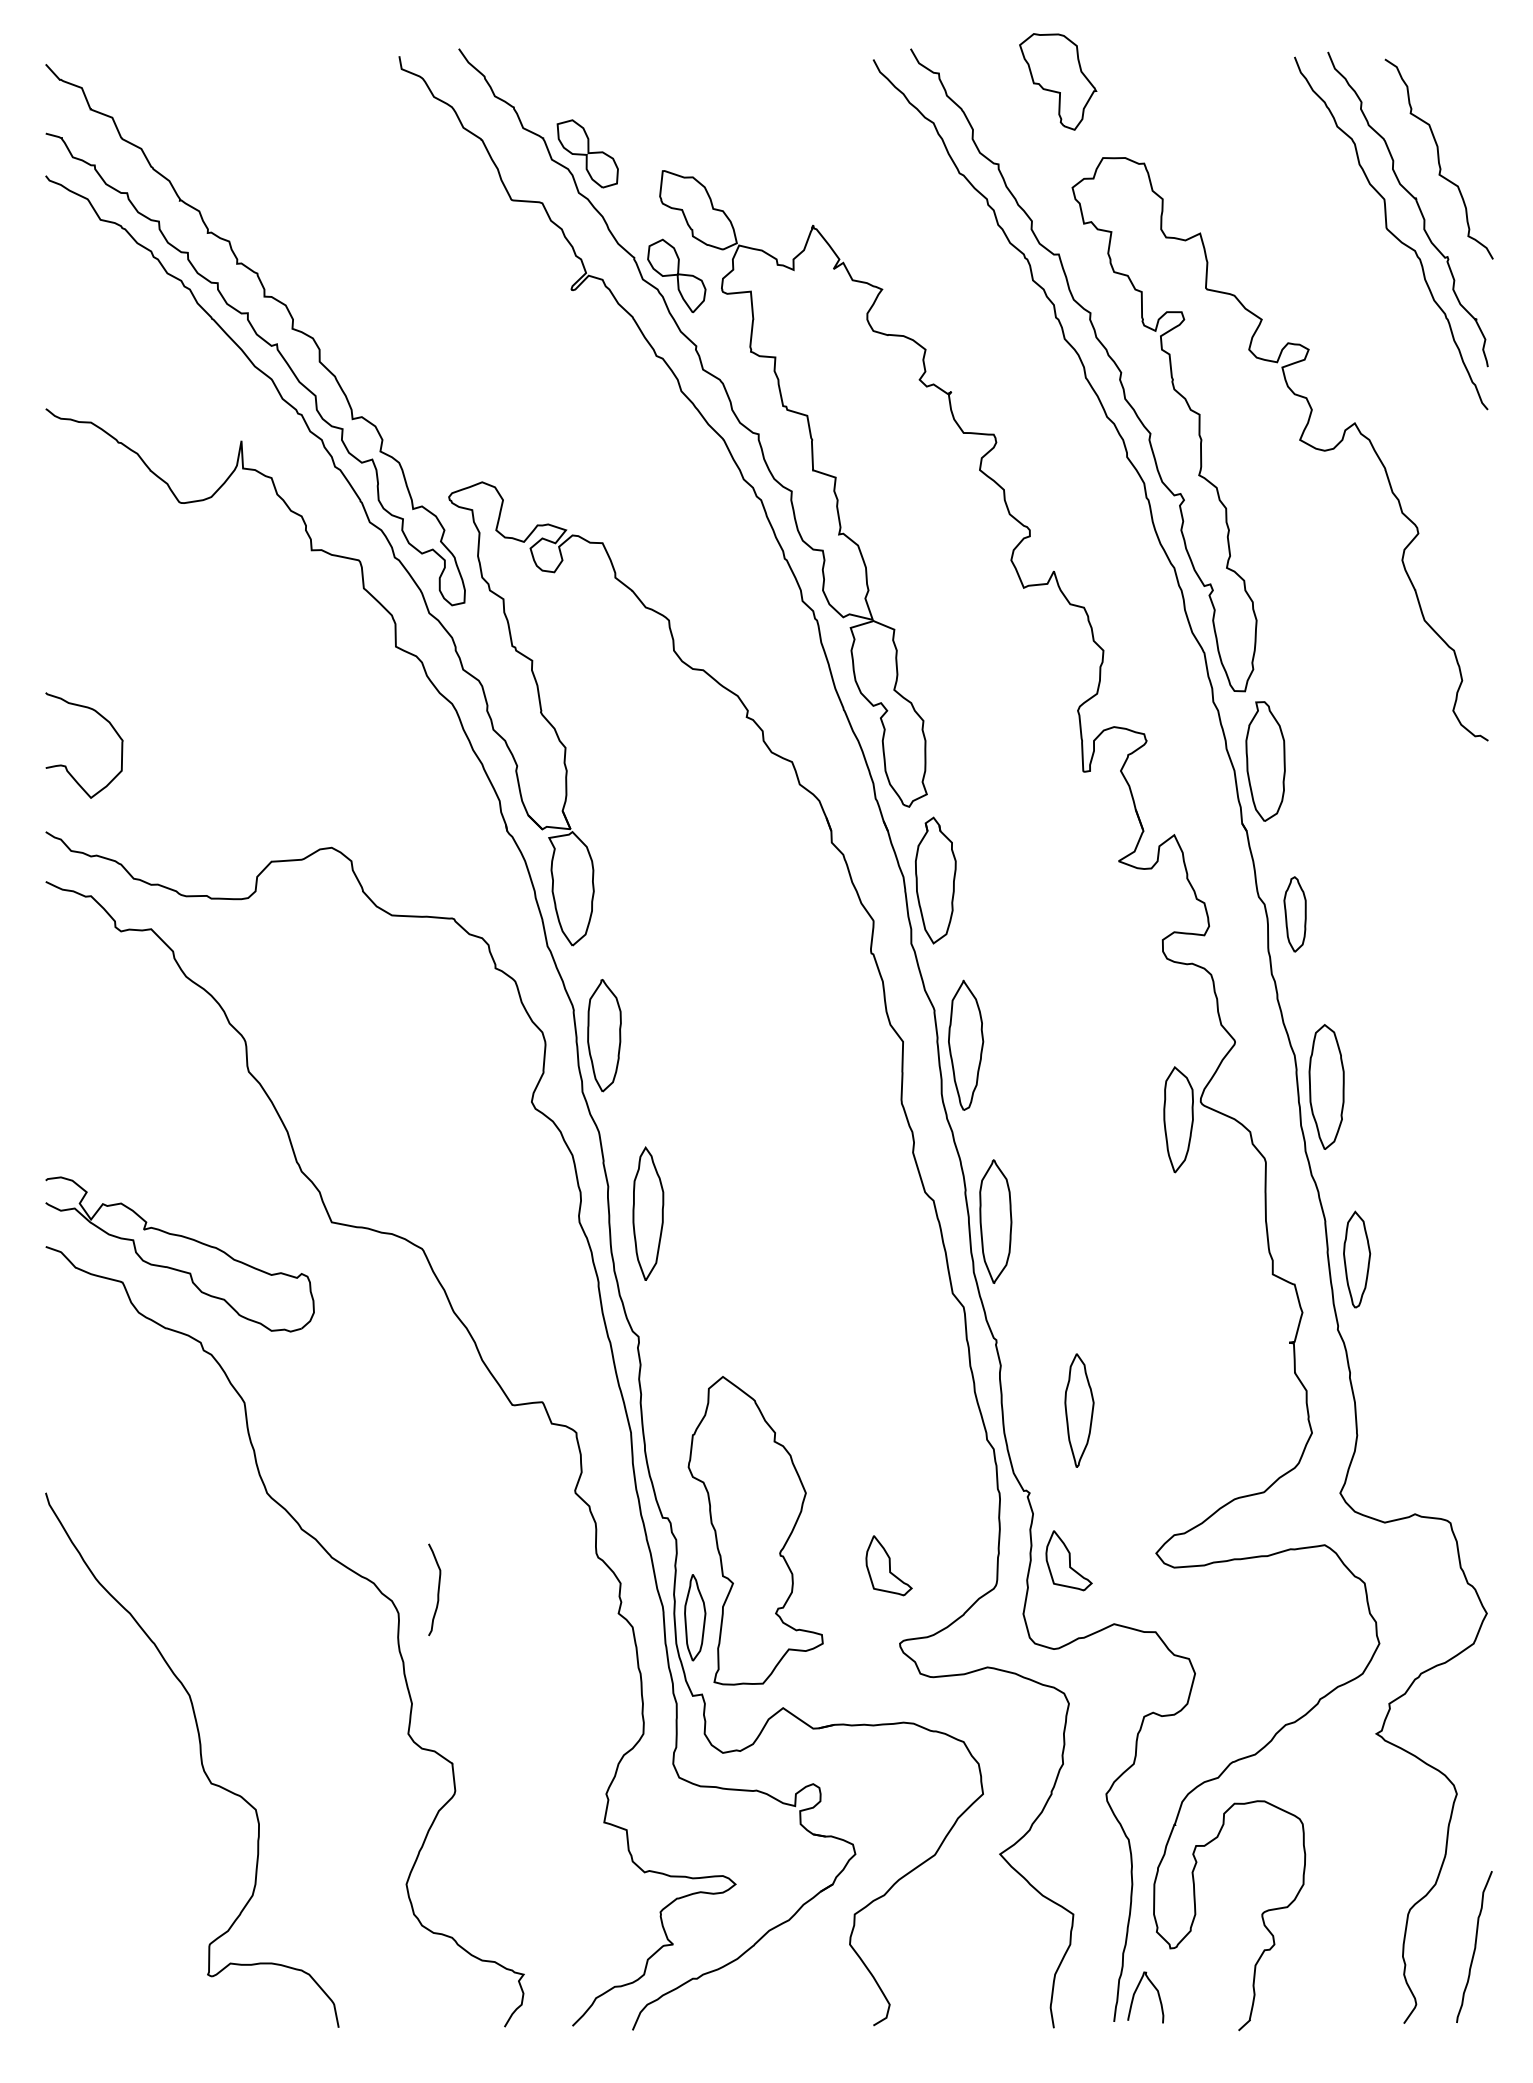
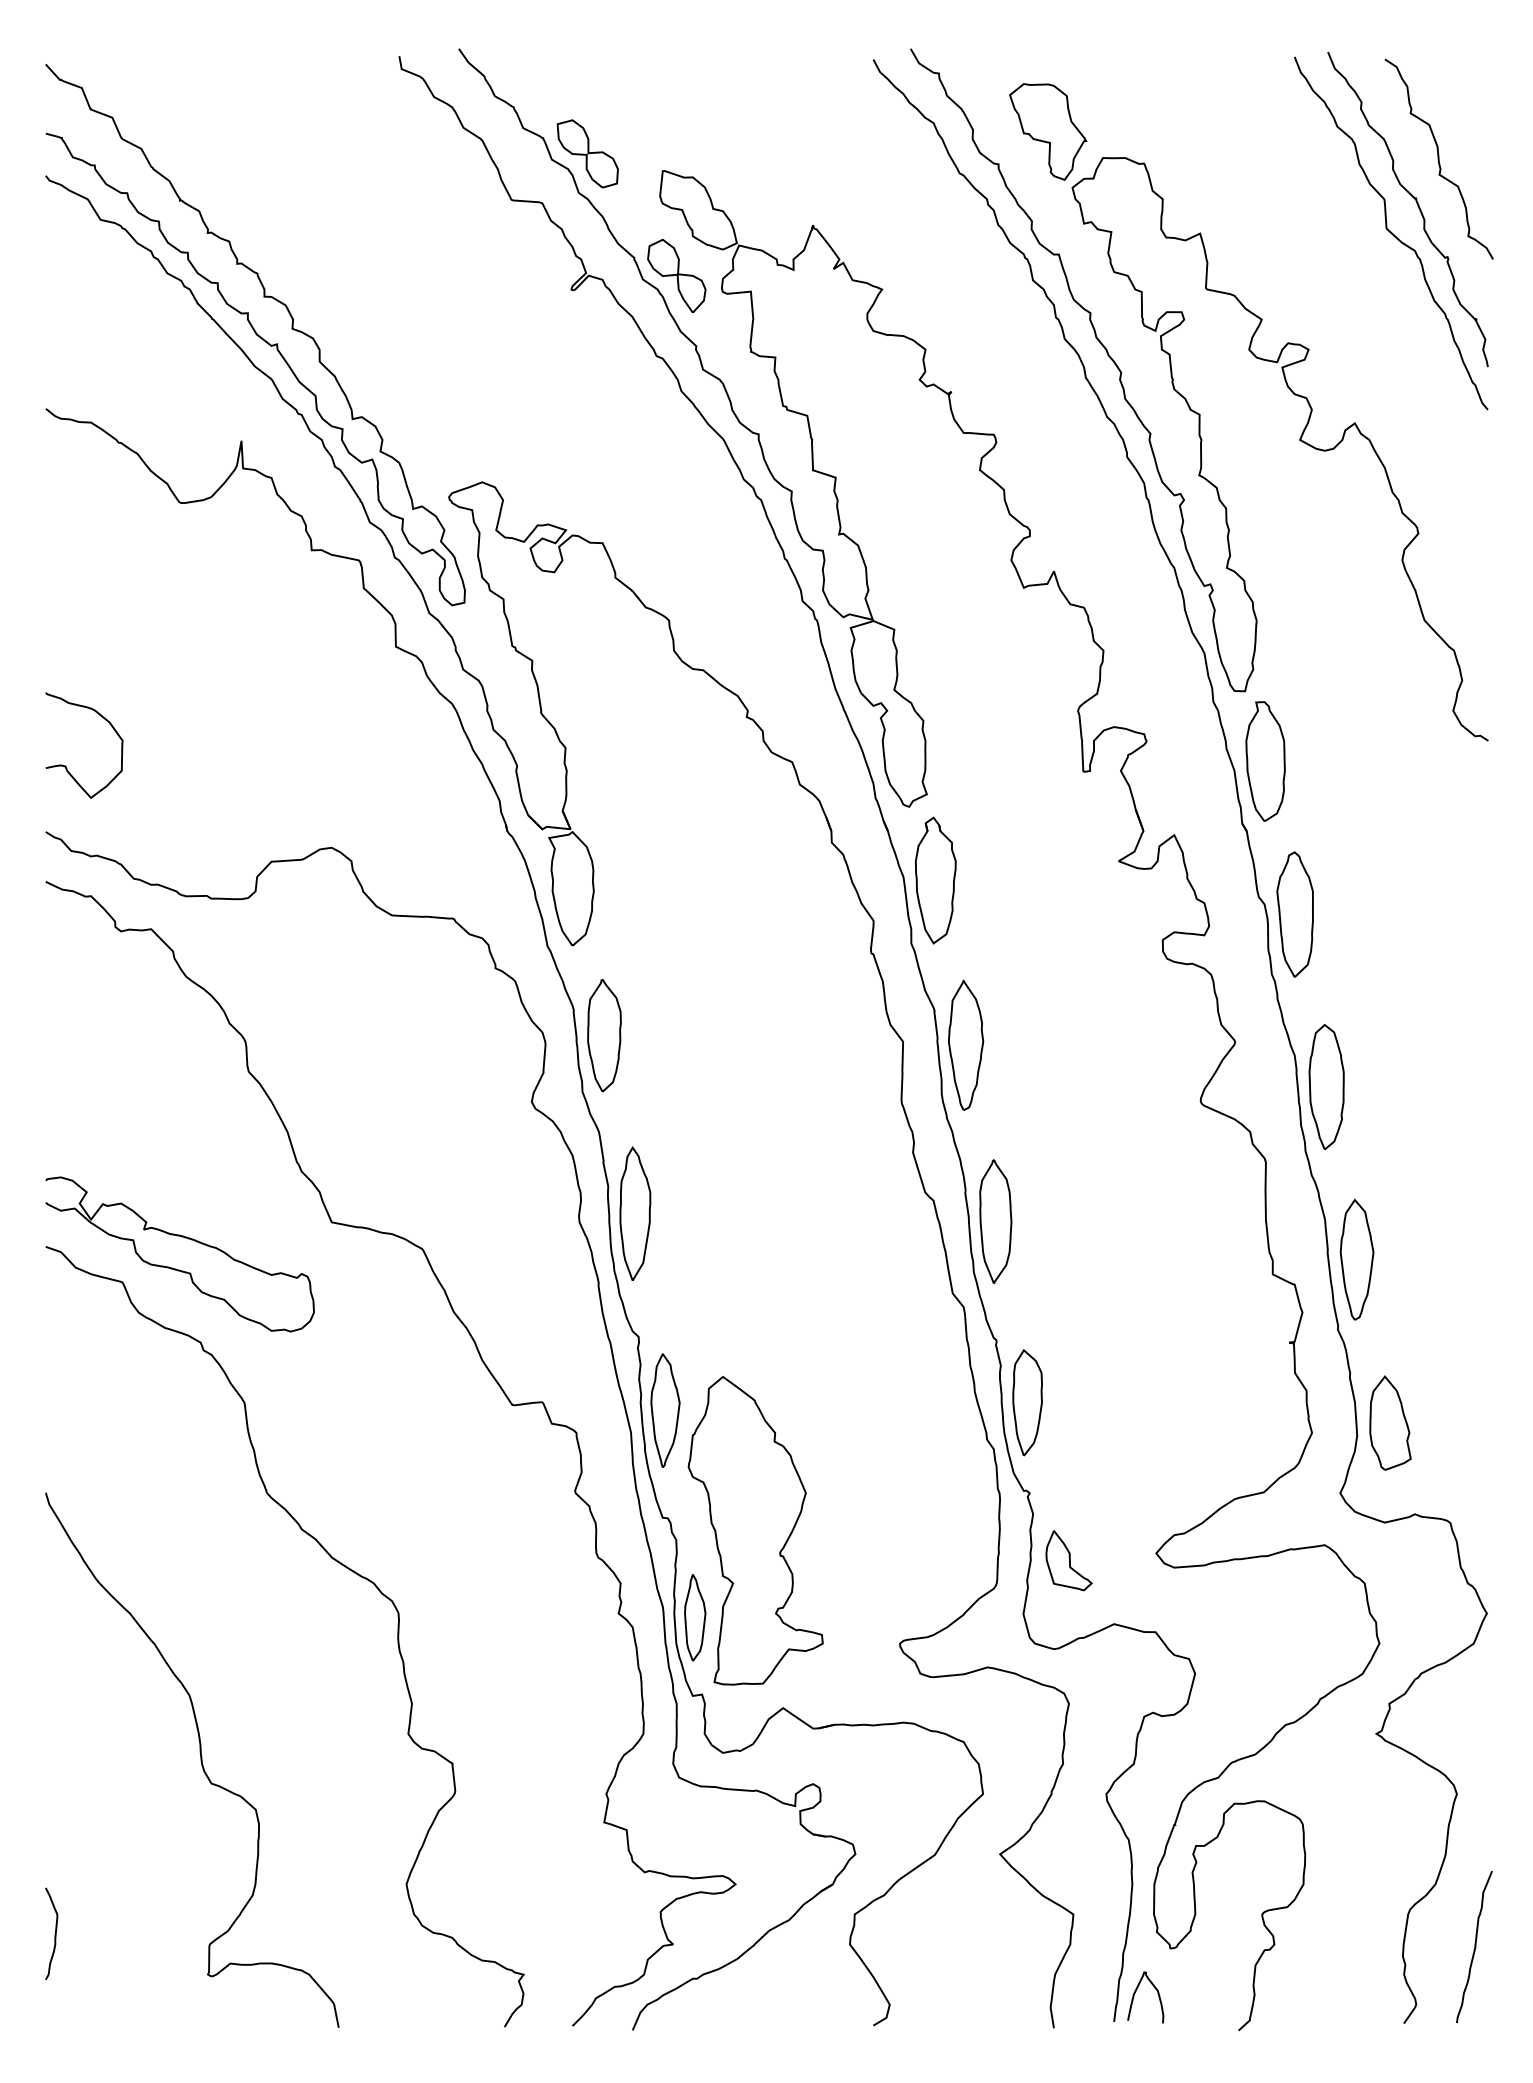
part at (1058, 81) position: (1058, 81) -> (1048, 131)
part at (1294, 914) size: 24x77 px -> 38x127 px
part at (1178, 1119) position: (1178, 1119) -> (1027, 1402)
part at (648, 1213) position: (648, 1213) -> (635, 1213)
part at (1357, 1259) size: 29x99 px -> 36x123 px
part at (1079, 1410) position: (1079, 1410) -> (665, 1410)
part at (1390, 1422): none -> present
part at (888, 1565): present -> none
curve at (437, 1589) position: (437, 1589) -> (54, 1933)
